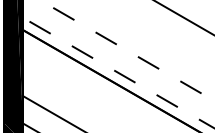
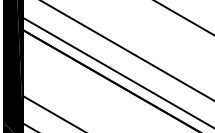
line at (127, 50): dashed -> solid
line at (118, 72): dashed -> solid
